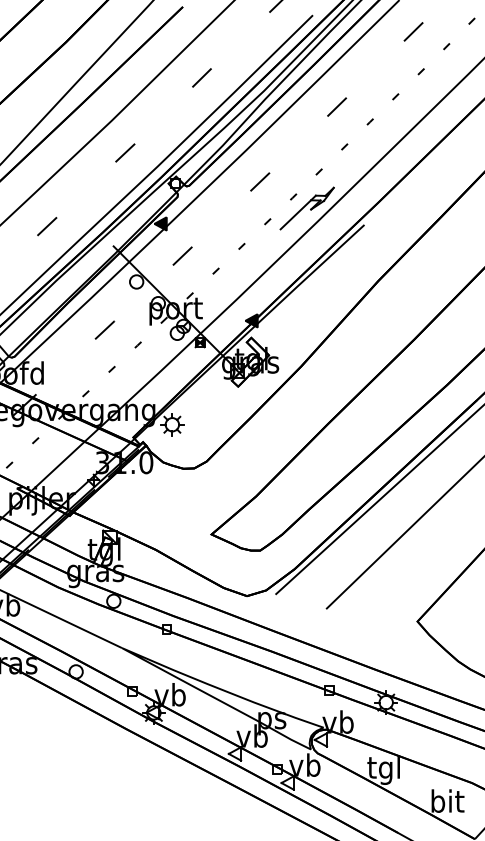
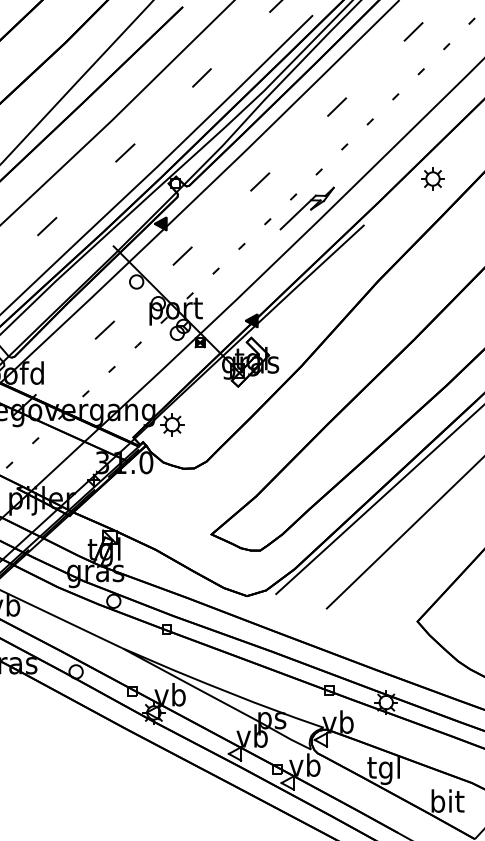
part at (432, 178): none -> present
